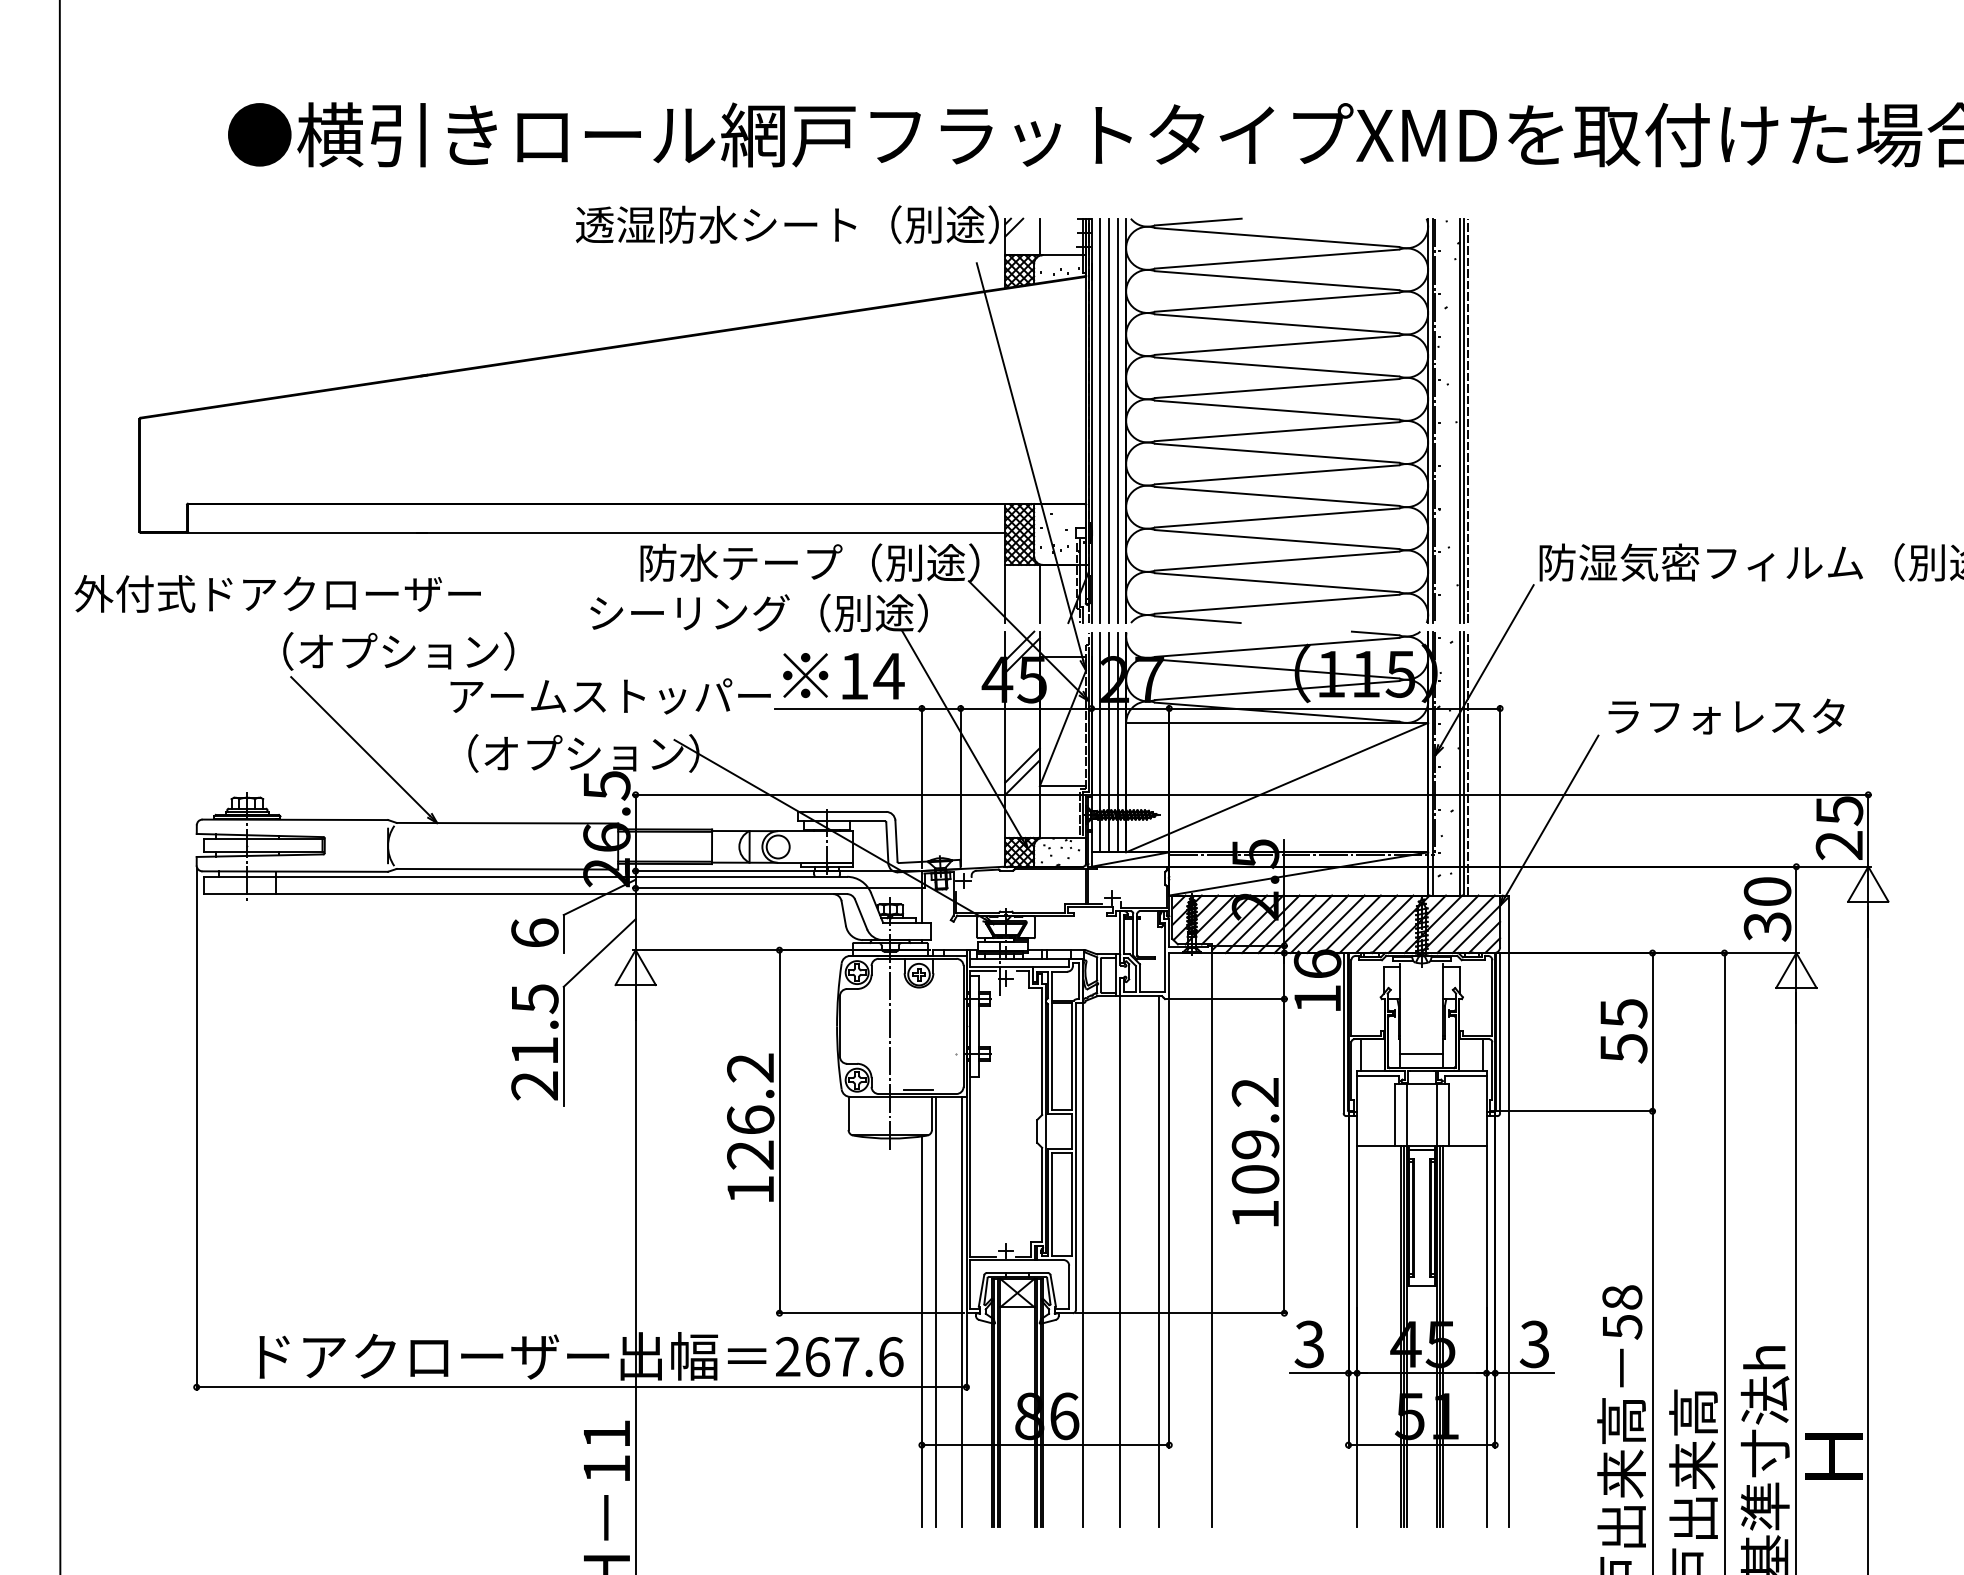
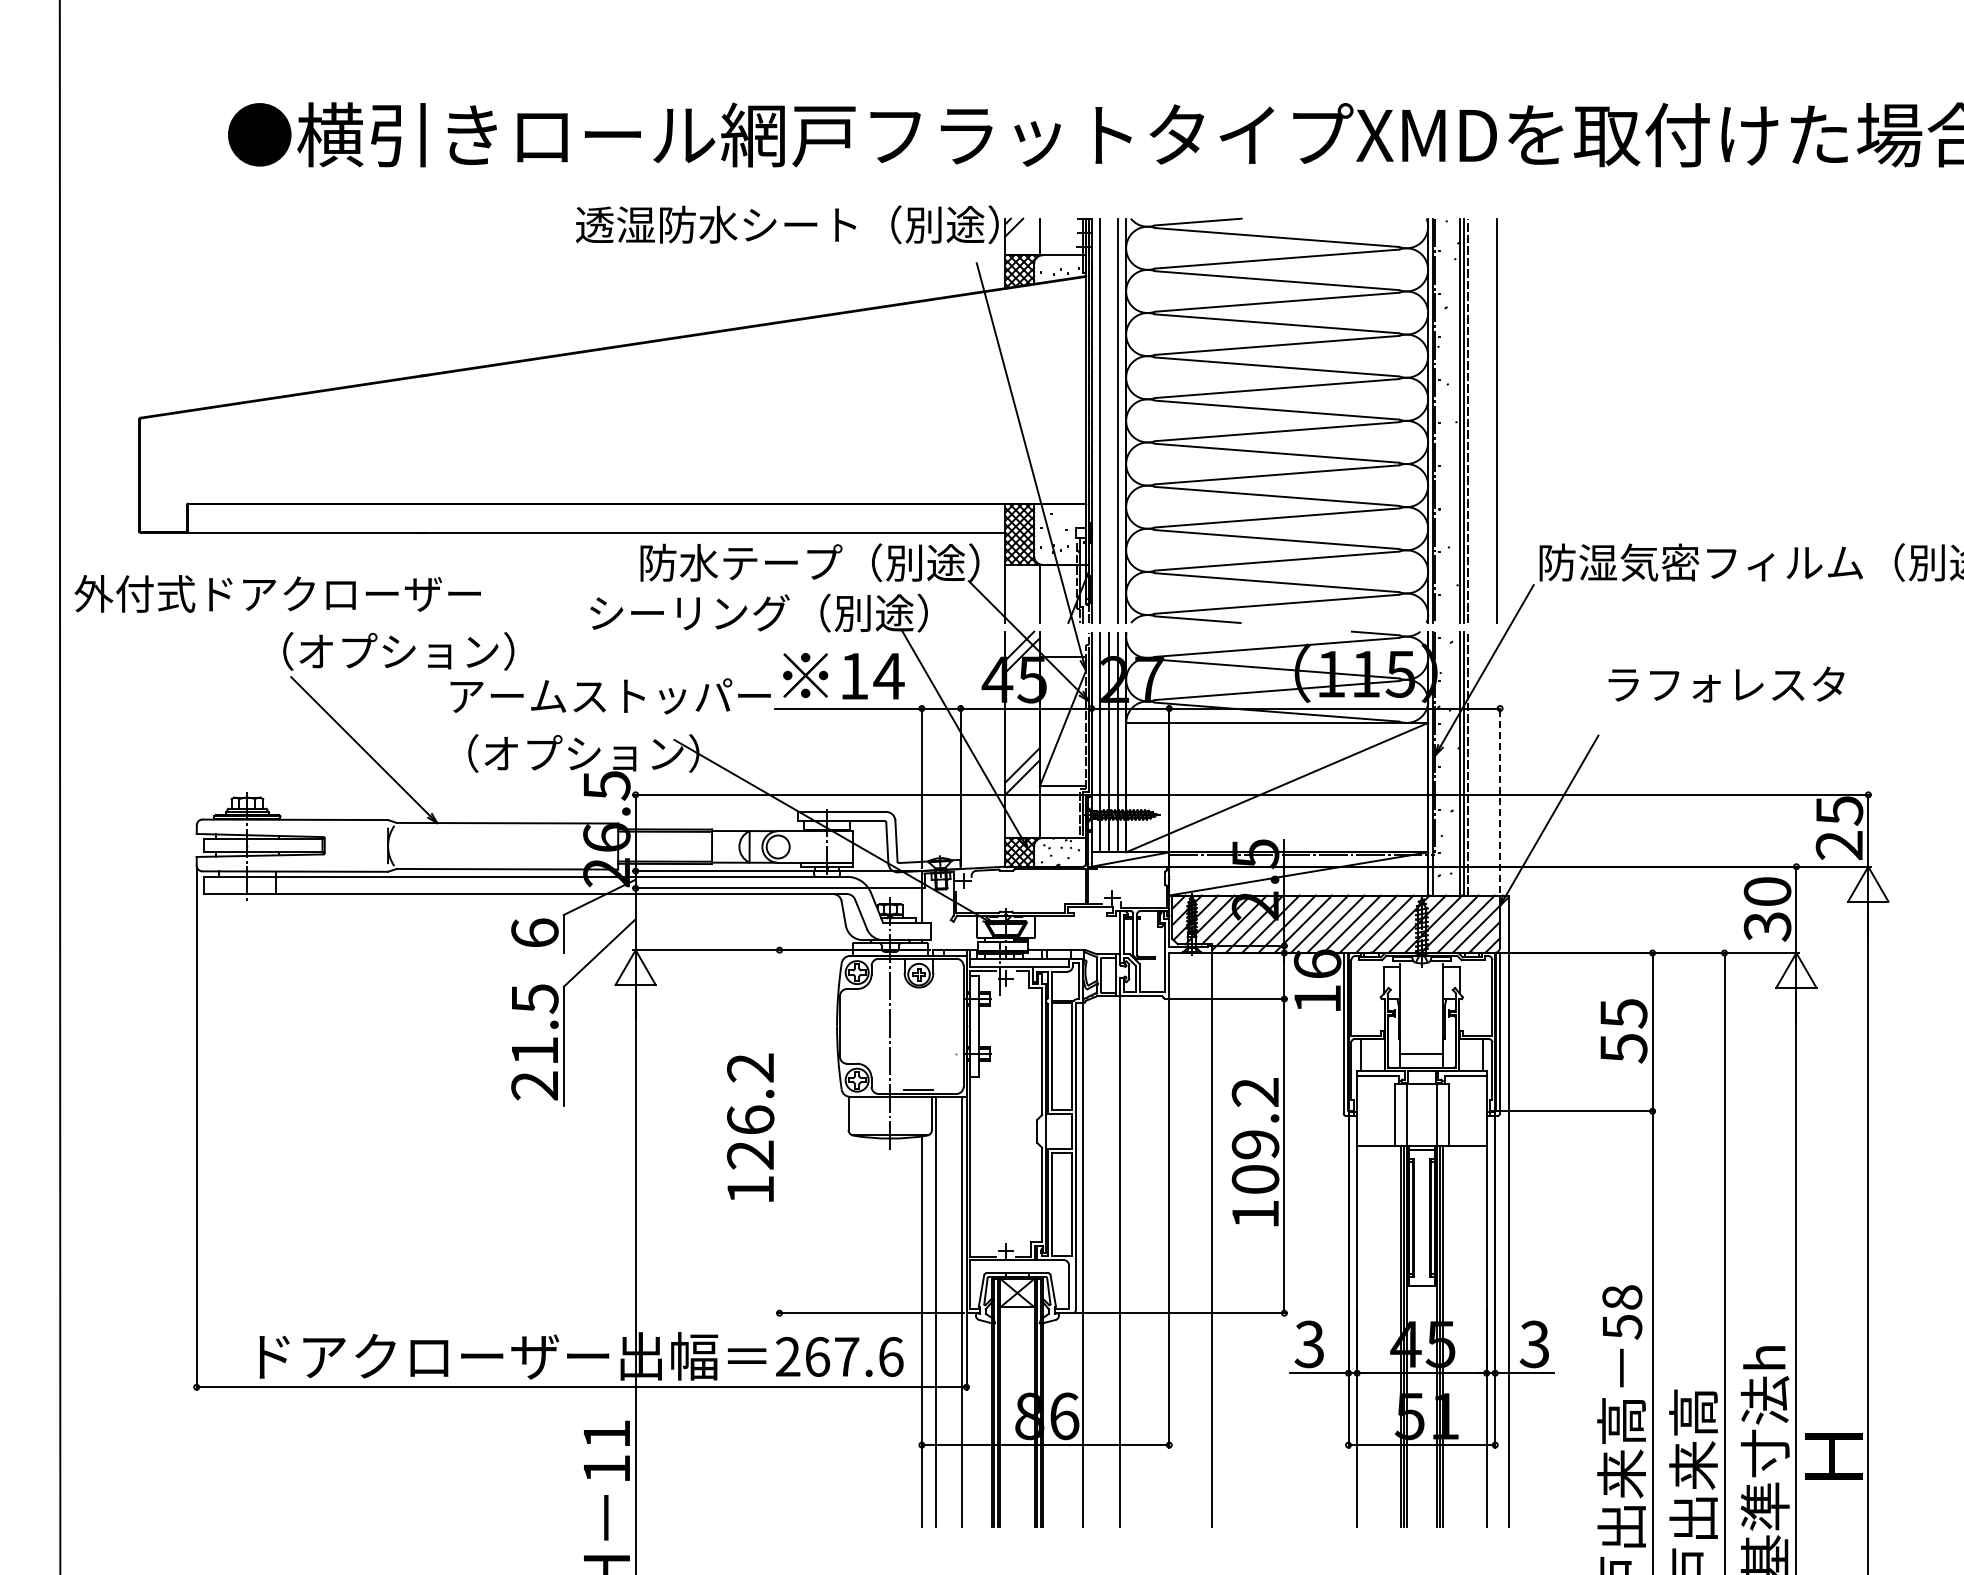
line at (1108, 420) position: (1108, 420) -> (1496, 420)
text at (1726, 716) position: (1726, 716) -> (1726, 684)
line at (1500, 798): solid -> dashed
line at (779, 1131): present -> none
line at (1159, 1261): present -> none
